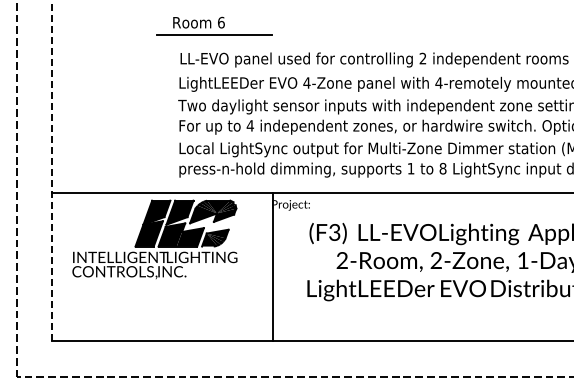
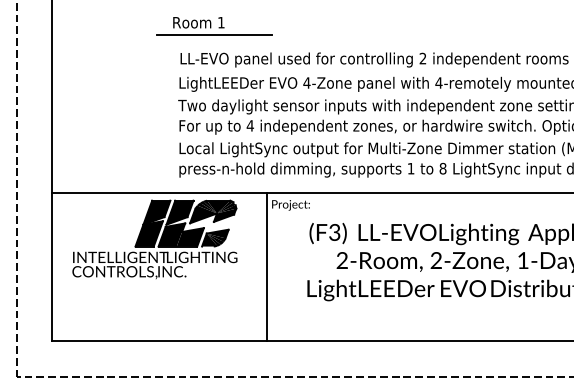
text at (221, 22): 6 -> 1
line at (52, 170): dashed -> solid
line at (272, 266) position: (272, 266) -> (266, 266)
